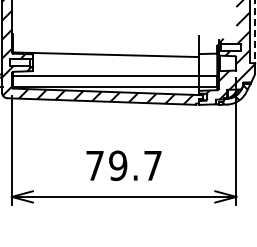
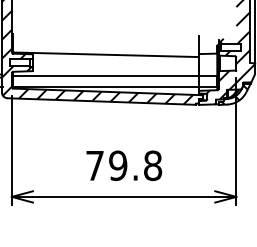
line at (255, 32): dashed -> solid
text at (153, 165): 79.7 -> 79.8
